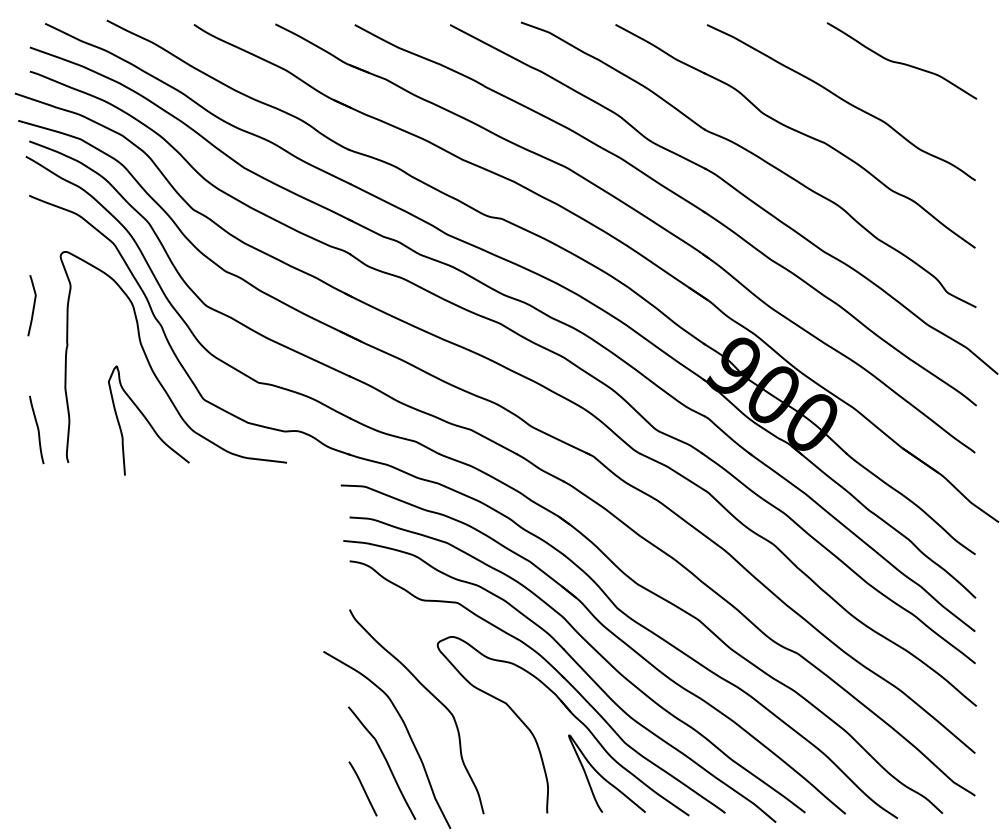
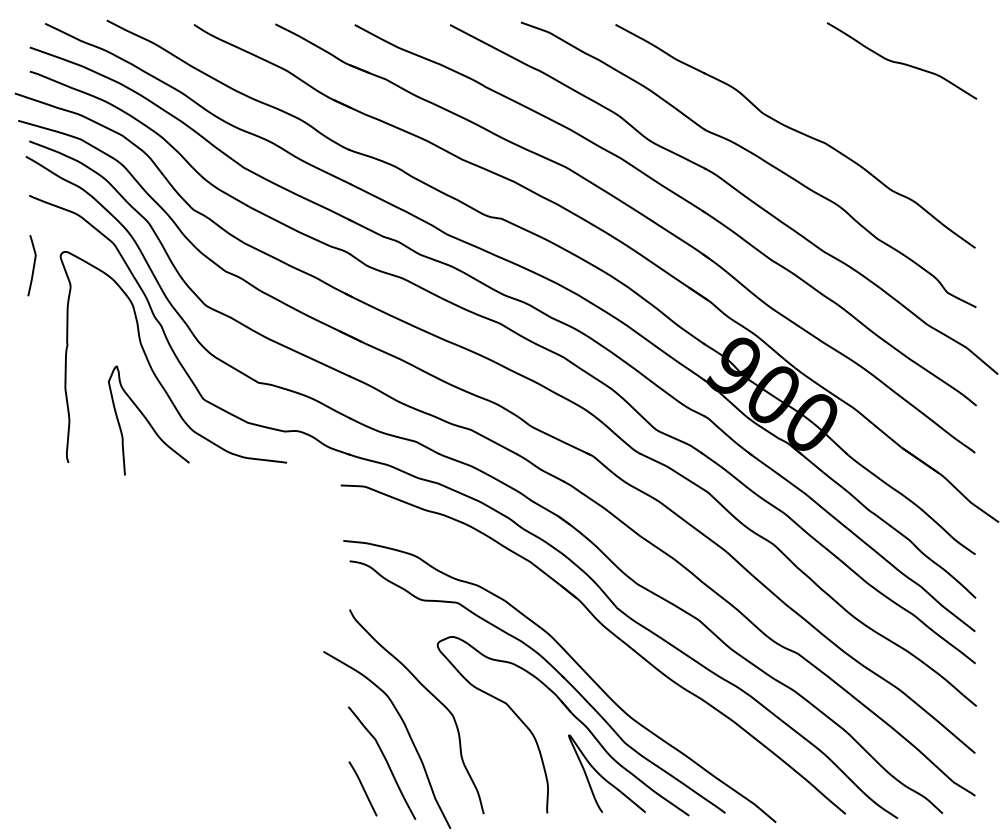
curve at (841, 100): present -> none
curve at (33, 305) position: (33, 305) -> (33, 265)
curve at (37, 429): present -> none
part at (592, 648): present -> none
